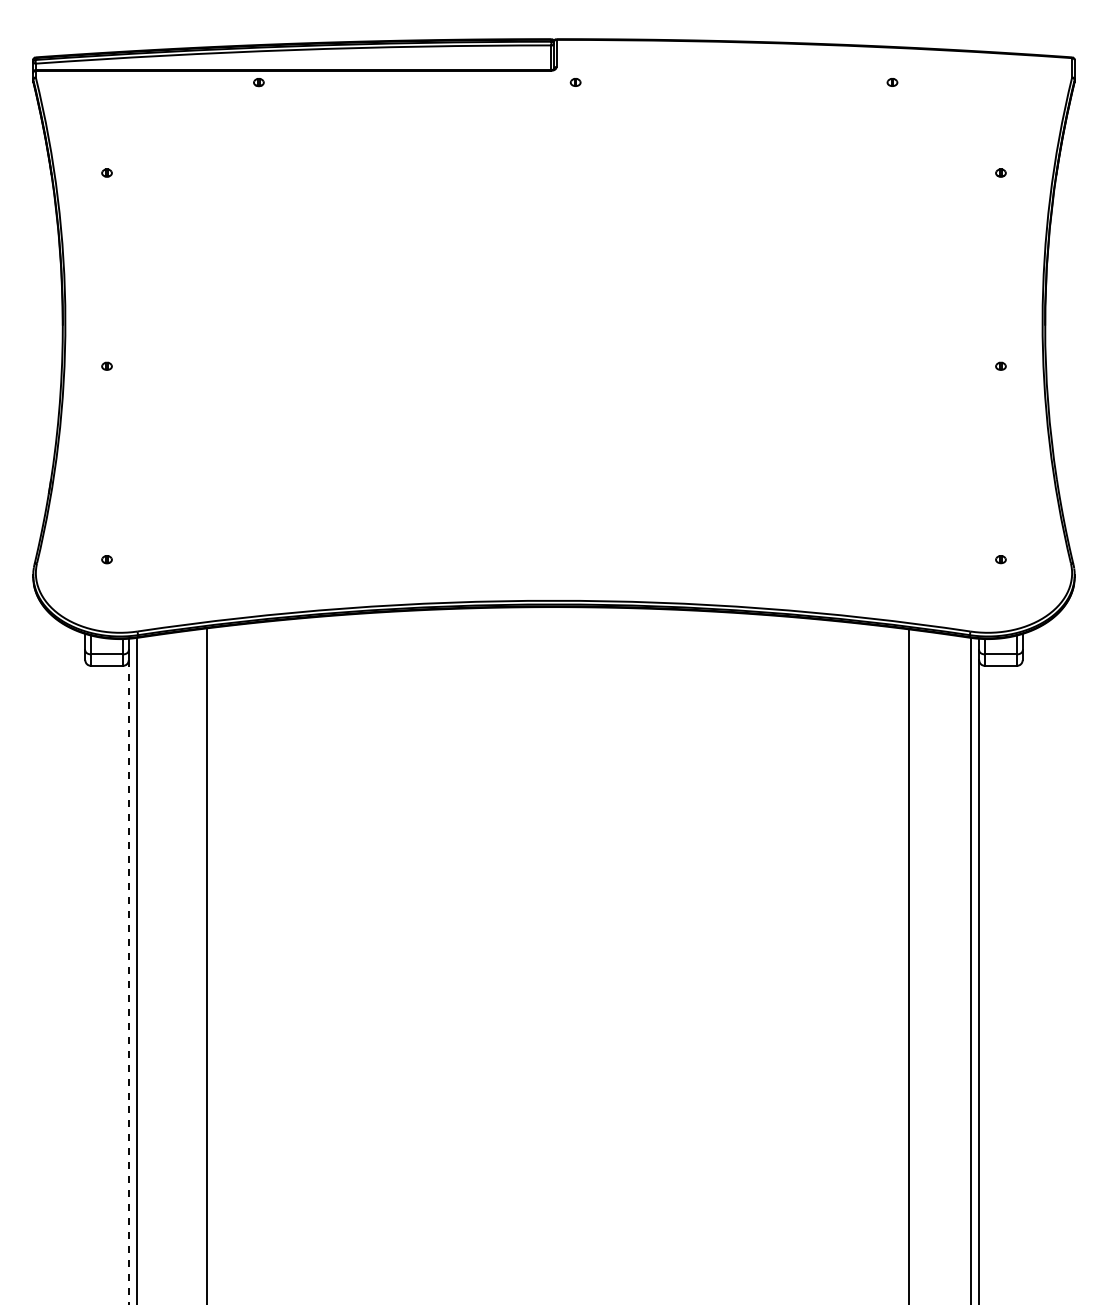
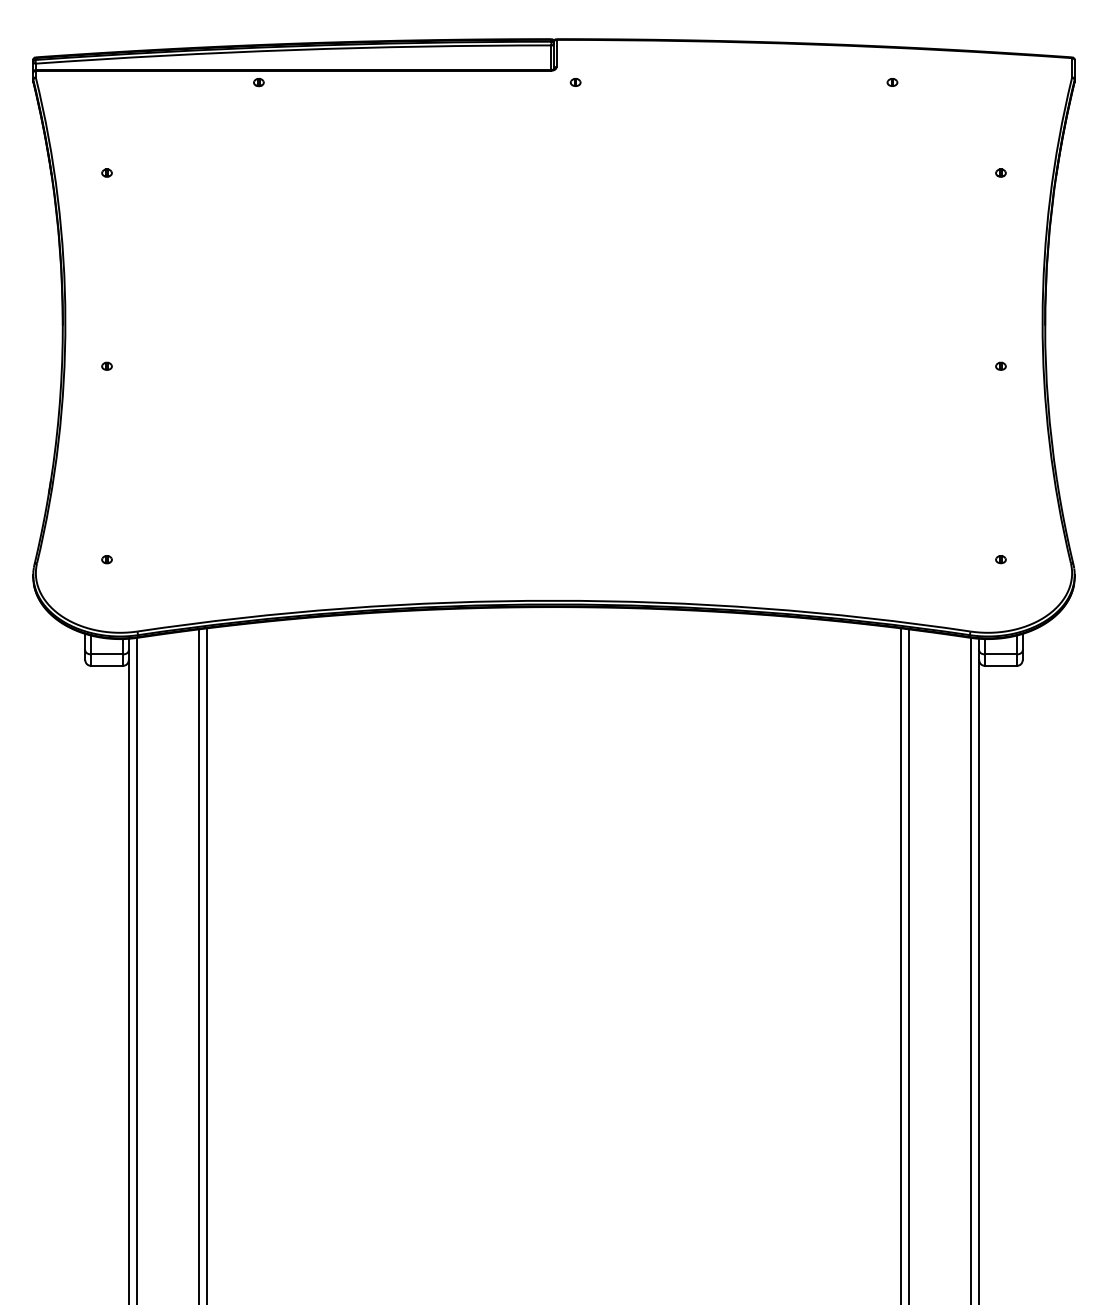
line at (901, 964): none -> present
line at (198, 965): none -> present
line at (128, 983): dashed -> solid
